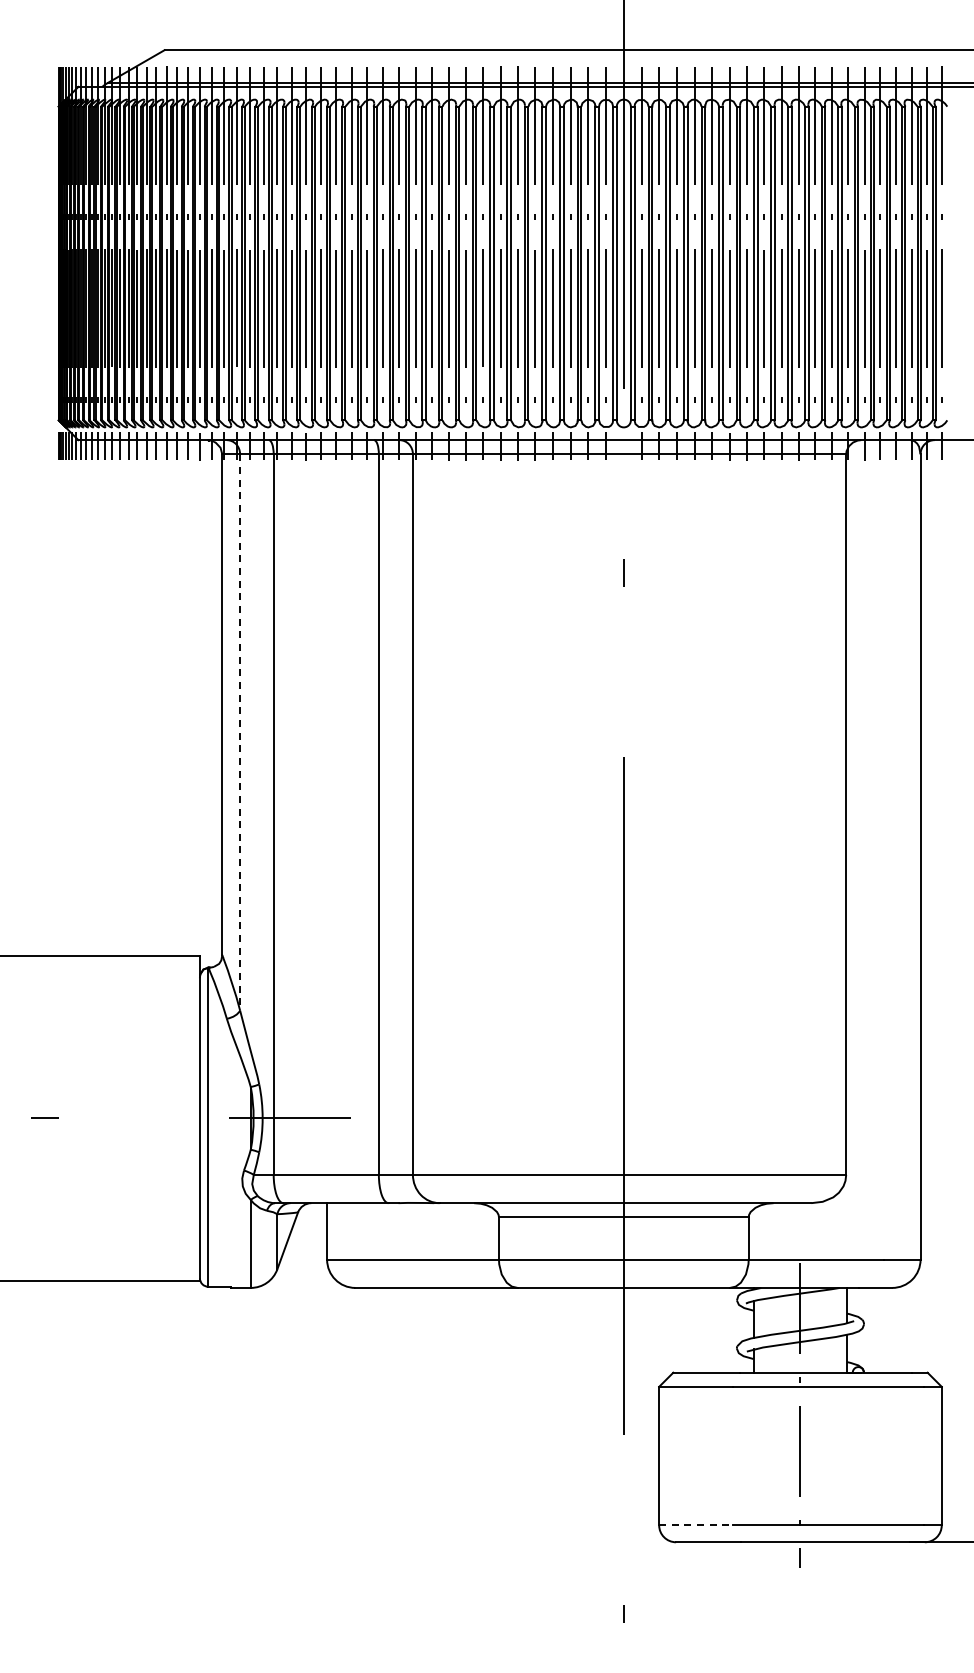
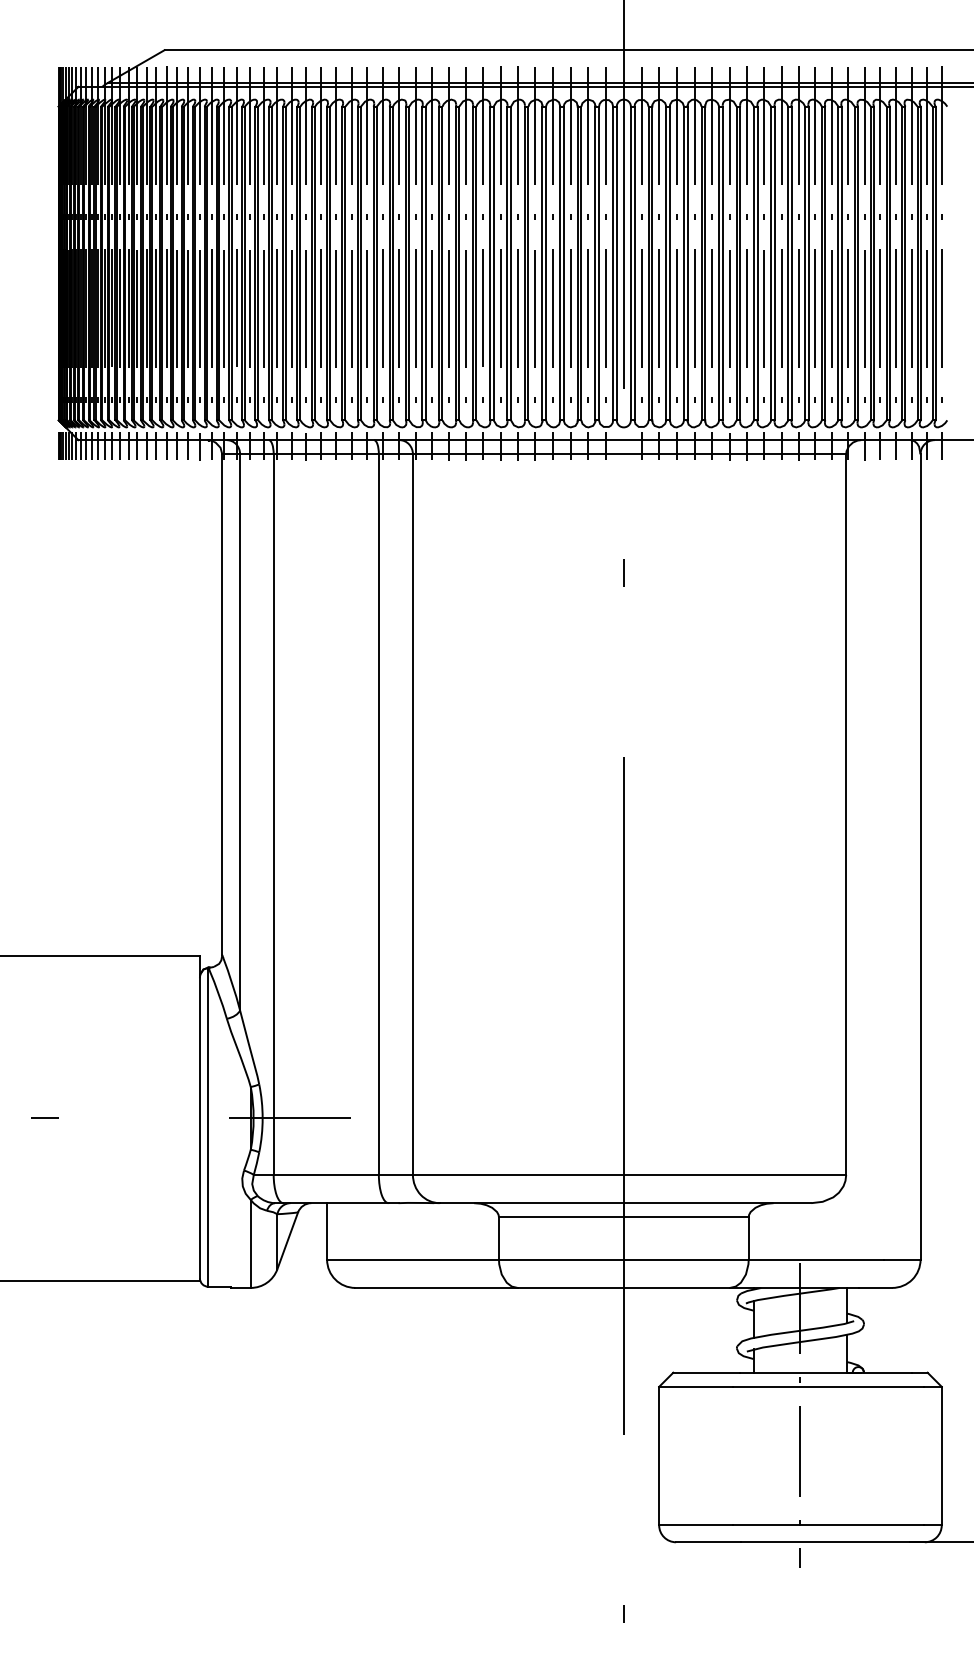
line at (240, 732): dashed -> solid
line at (695, 1525): dashed -> solid
